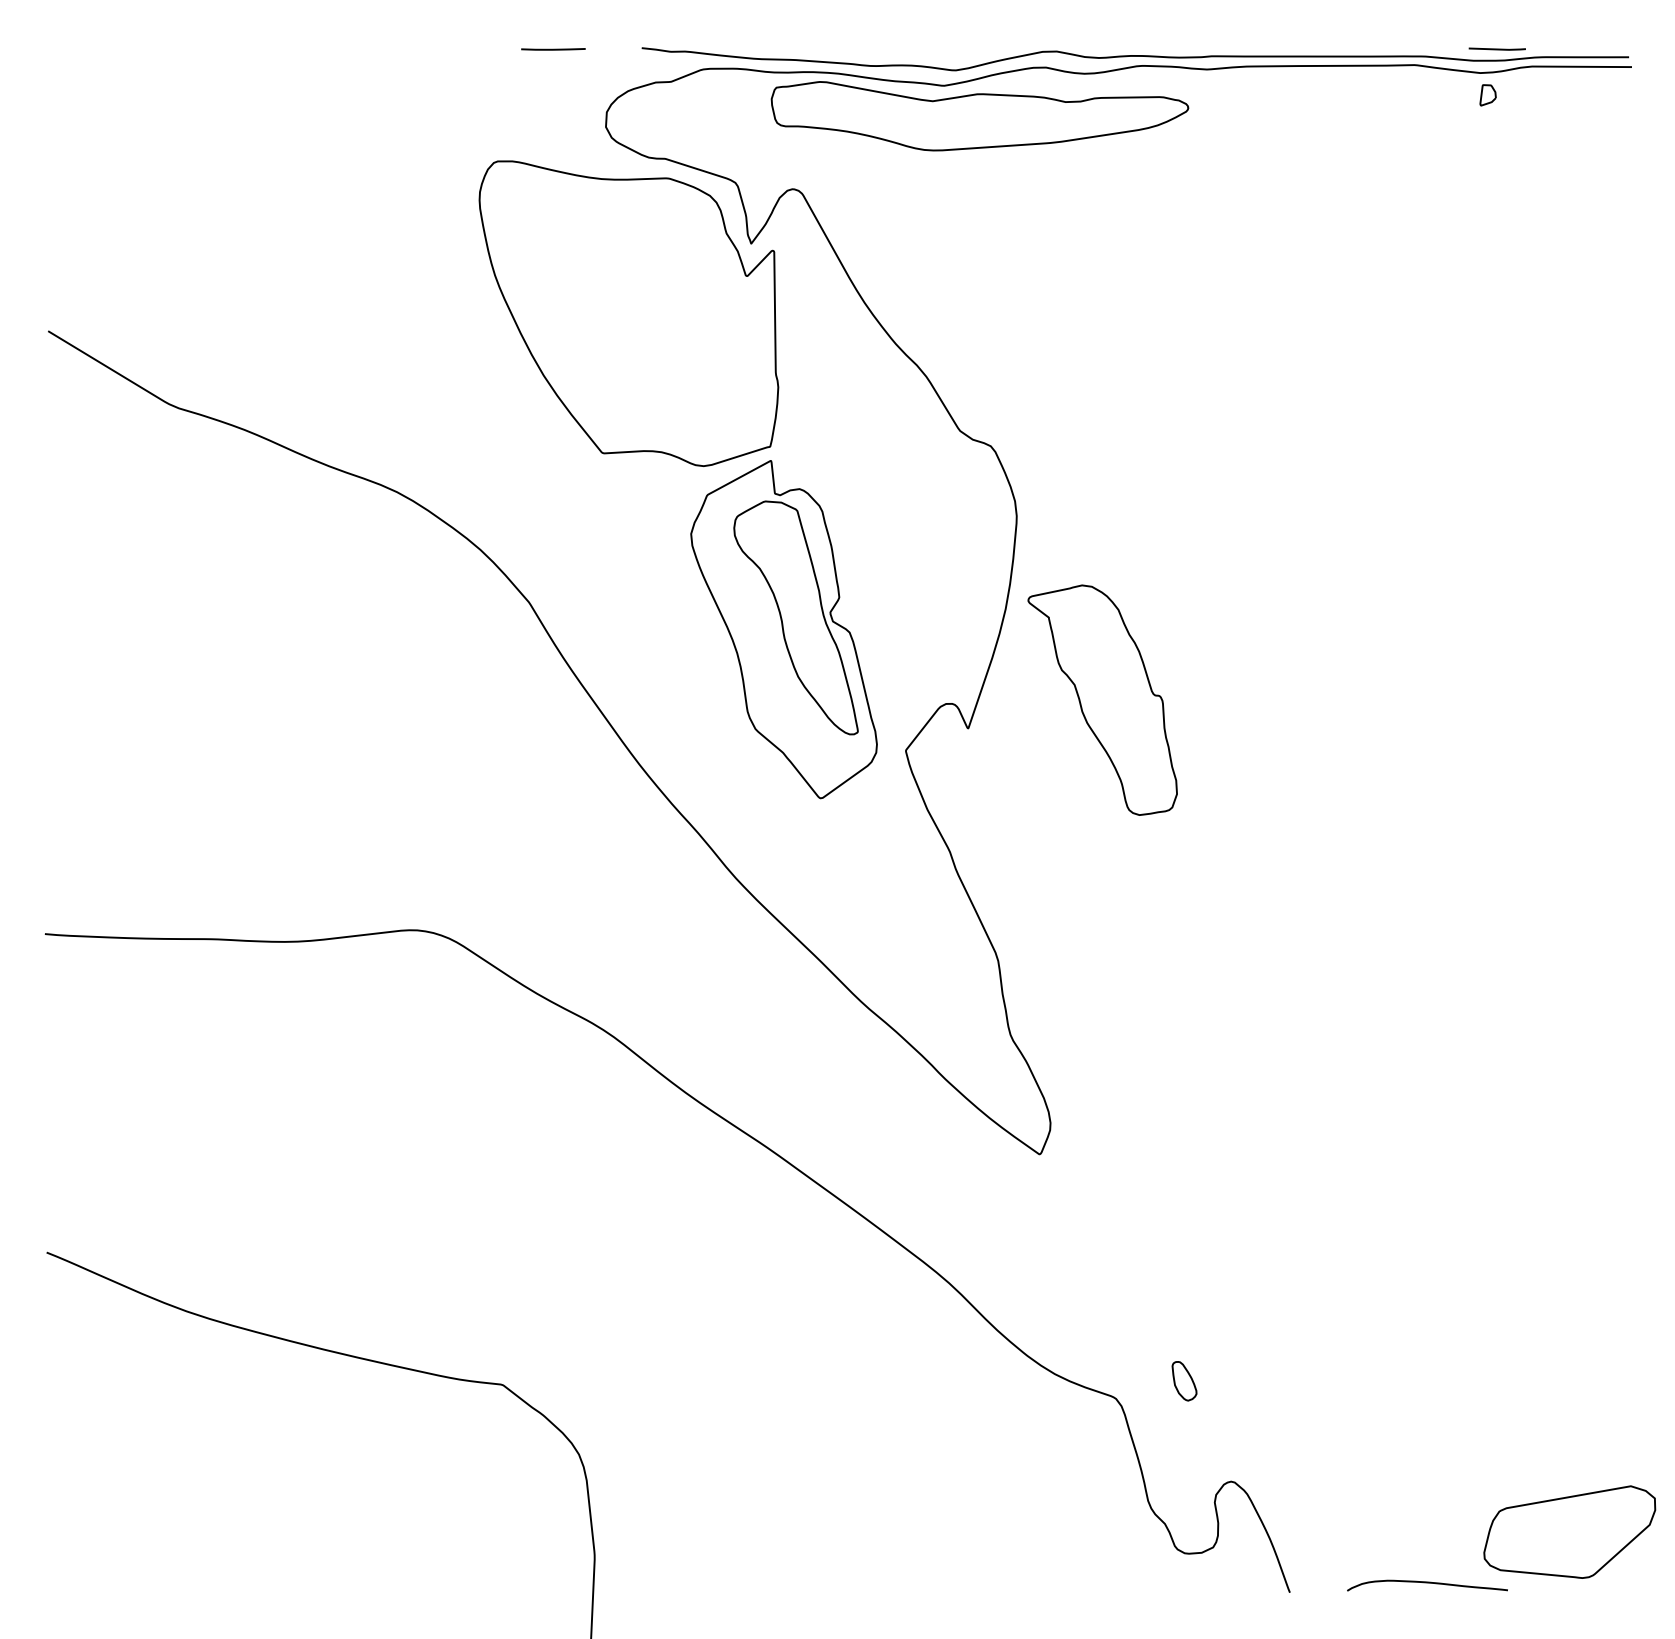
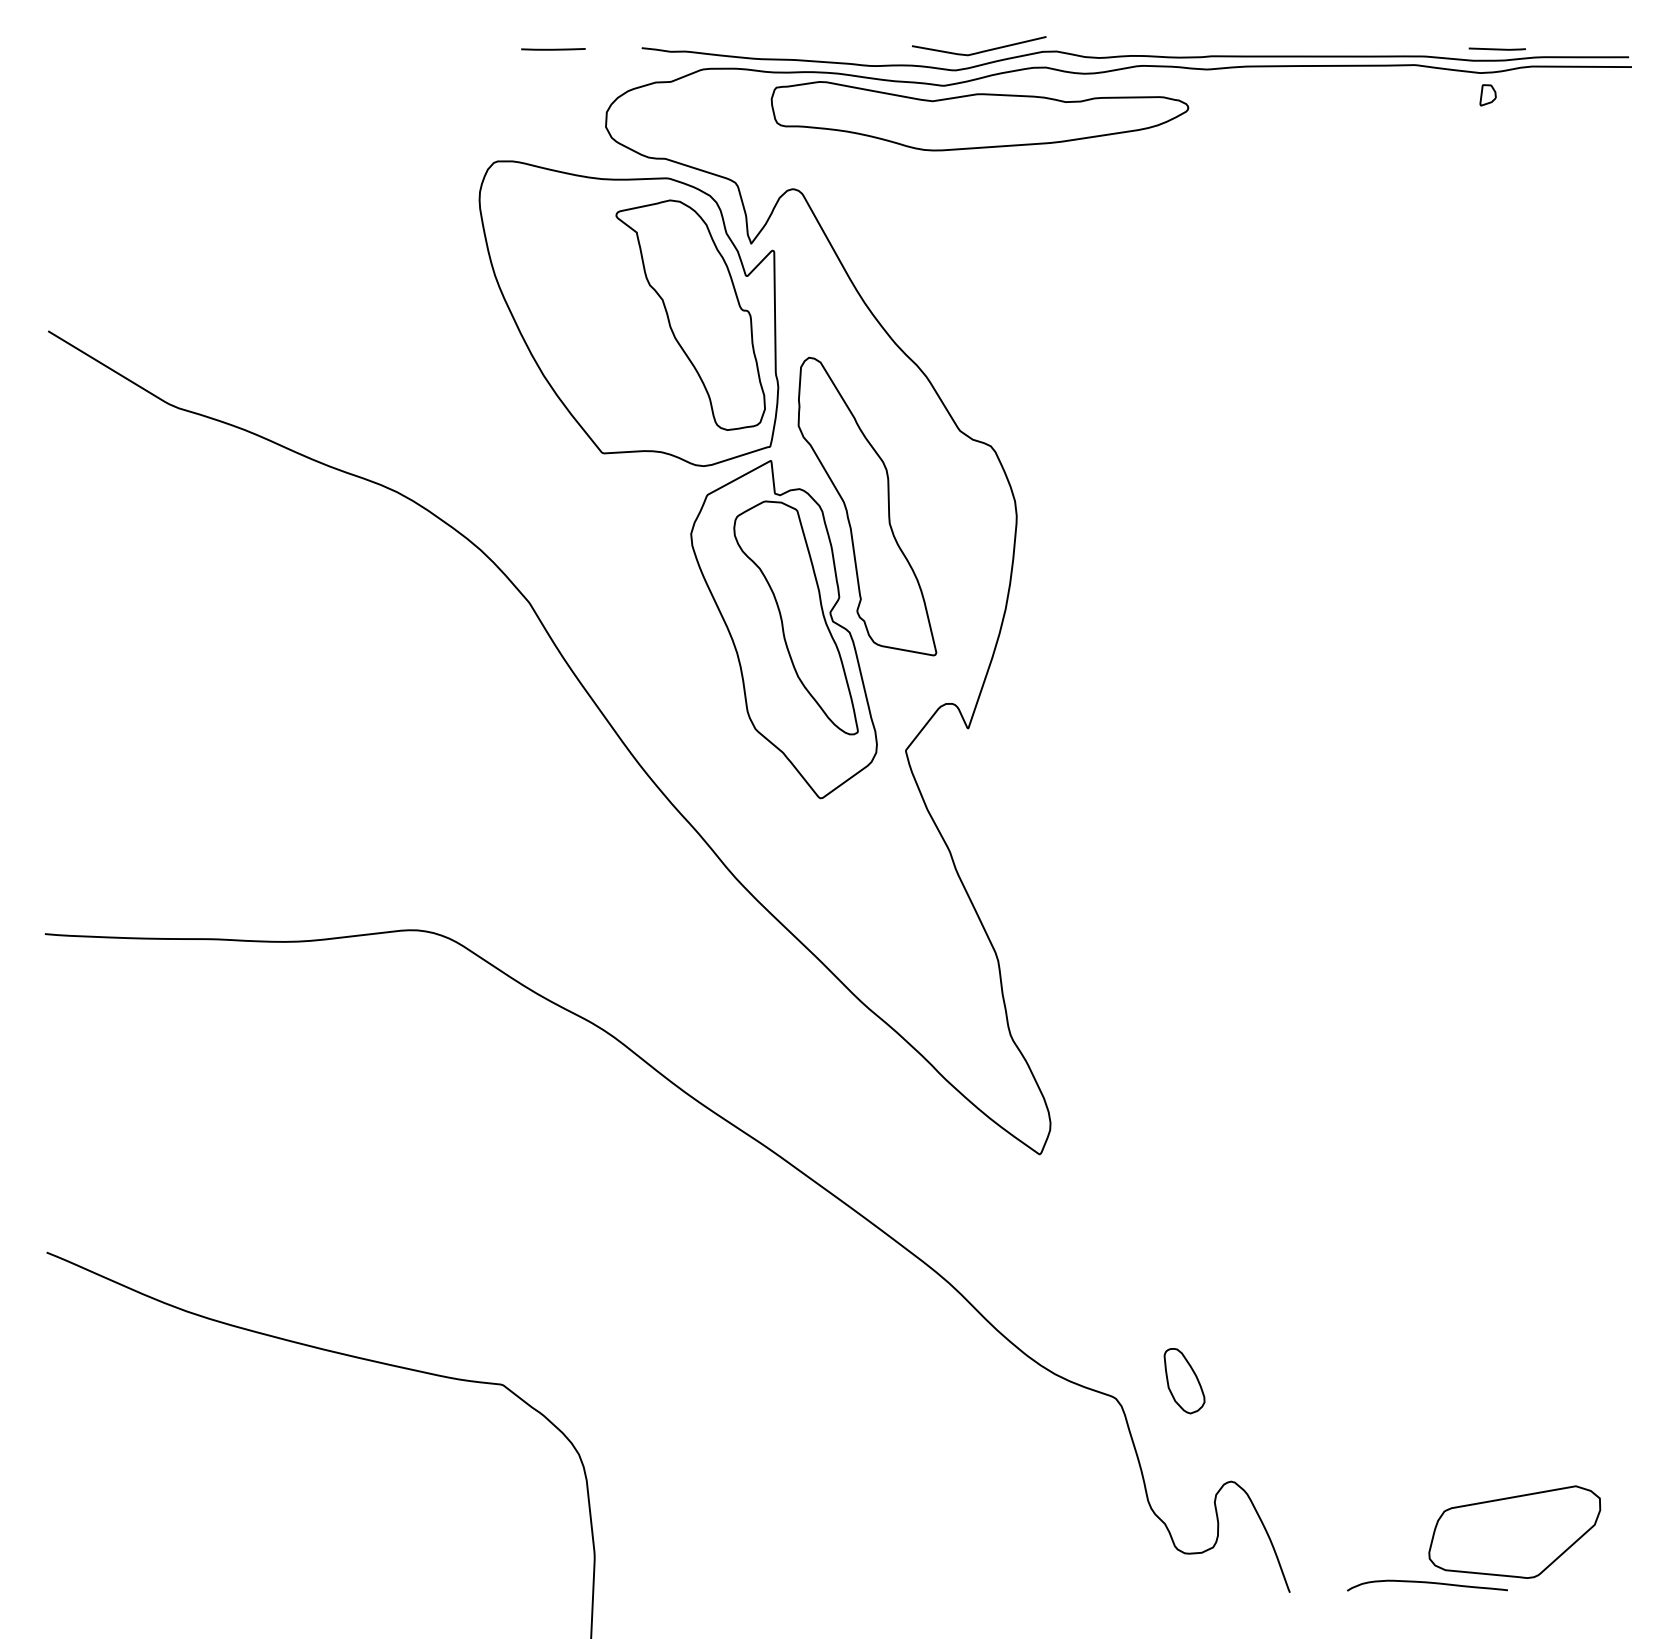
curve at (982, 50): none -> present
part at (867, 506): none -> present
part at (1102, 699) position: (1102, 699) -> (690, 314)
part at (1184, 1381) size: 27x41 px -> 43x67 px
part at (1569, 1531) position: (1569, 1531) -> (1514, 1531)
